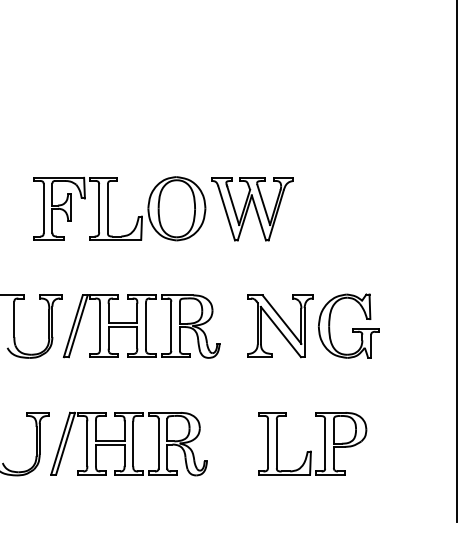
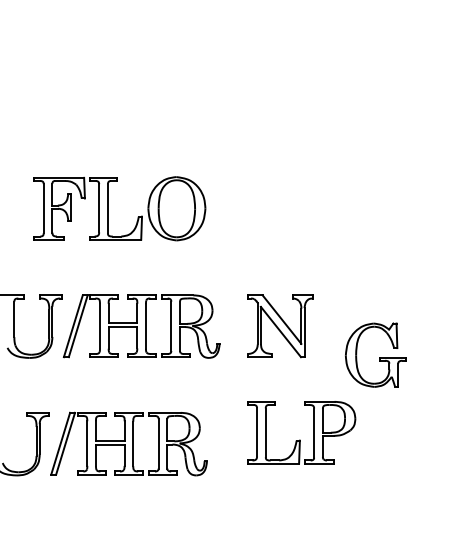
part at (252, 209): present -> none
line at (457, 261): present -> none
part at (348, 325) position: (348, 325) -> (375, 354)
part at (311, 450) position: (311, 450) -> (300, 439)
